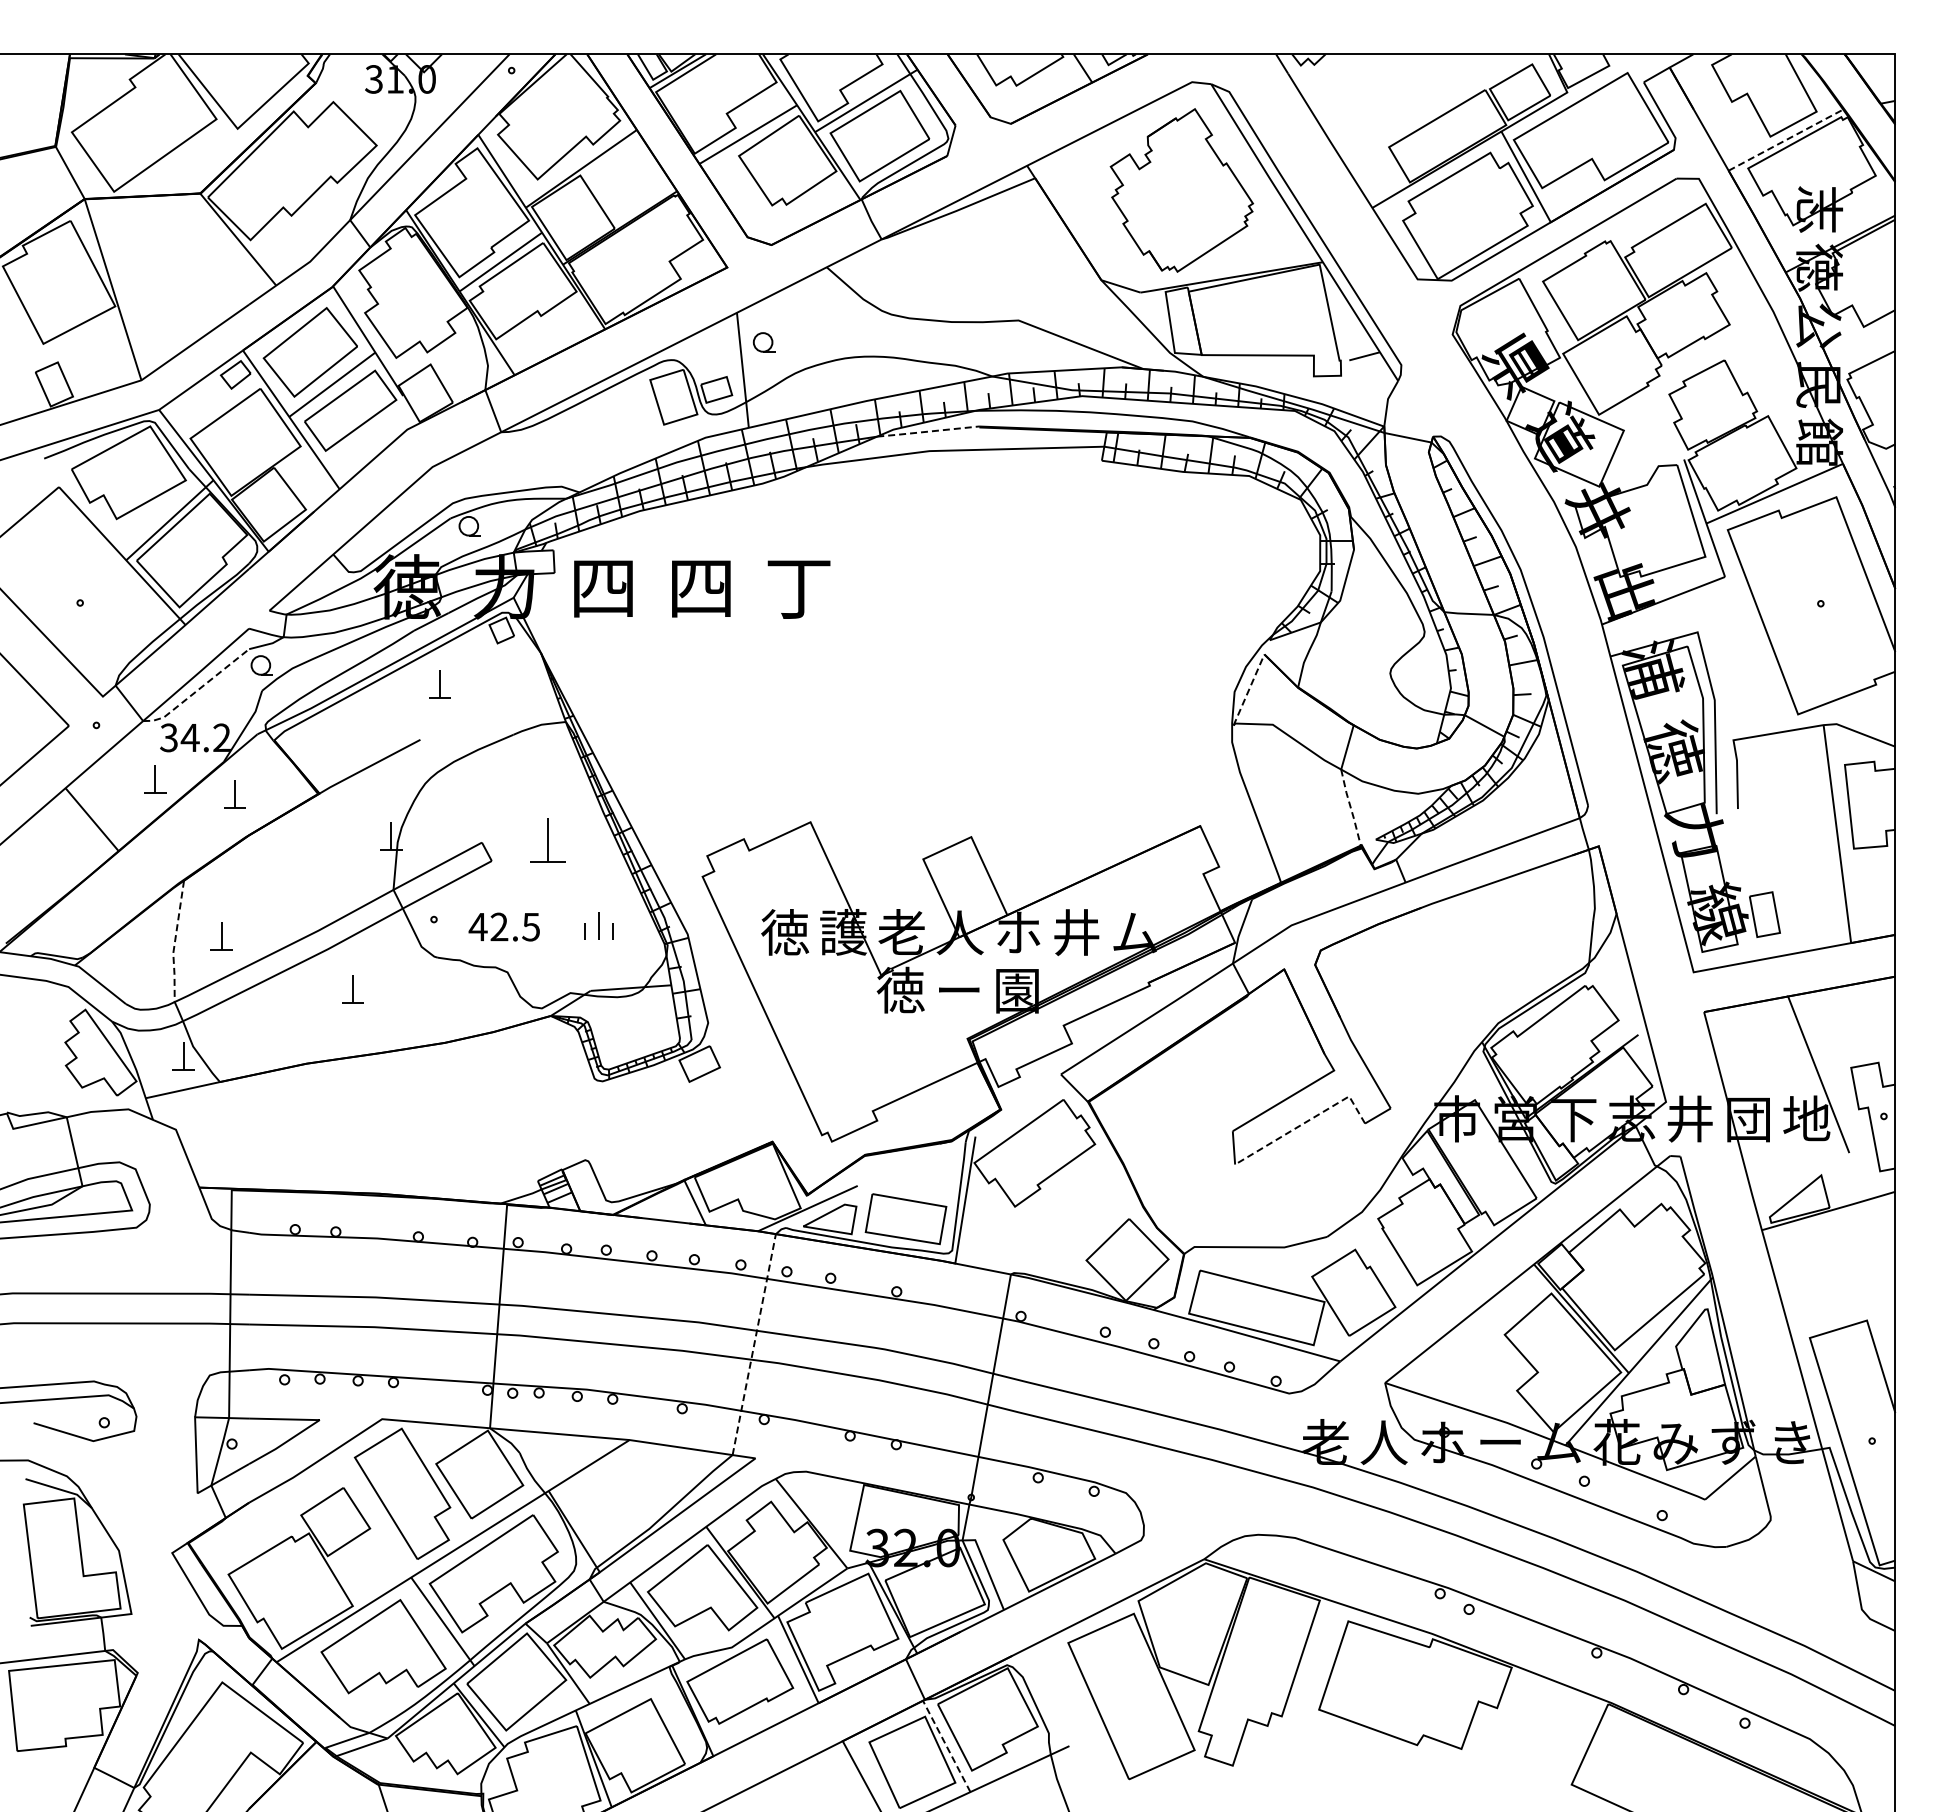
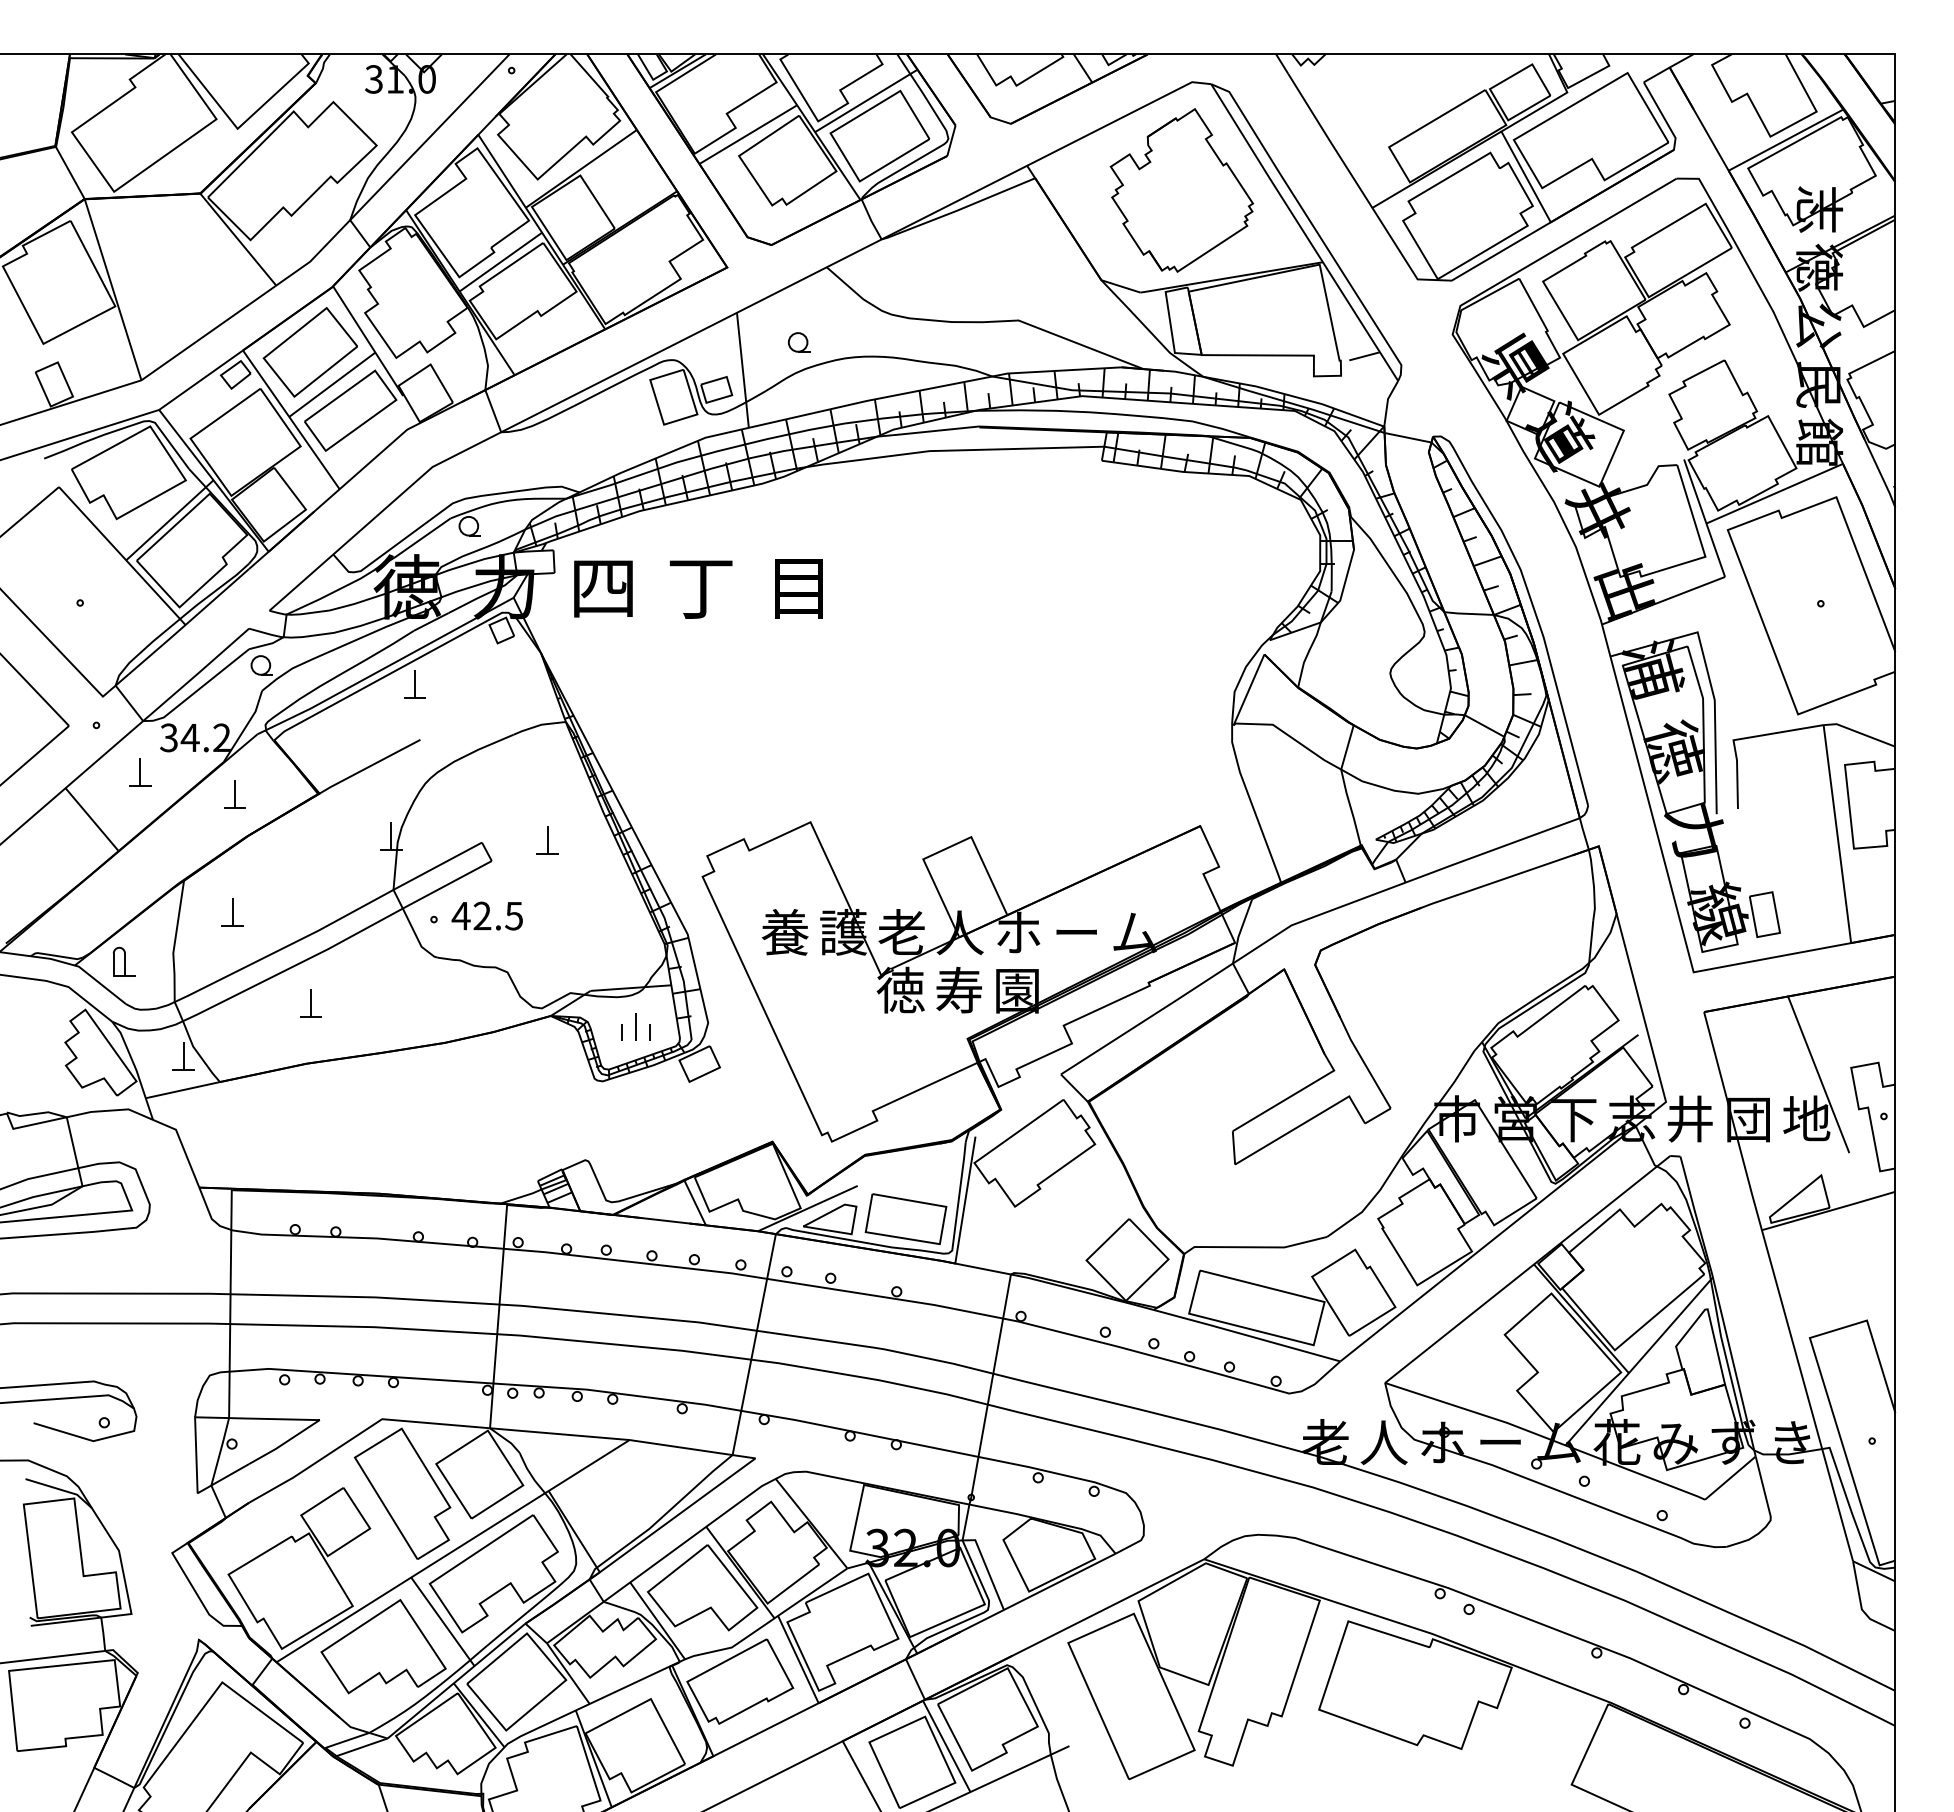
line at (1785, 140): dashed -> solid
part at (763, 342) position: (763, 342) -> (798, 342)
line at (927, 431): dashed -> solid
text at (798, 588): 丁 -> 目
text at (700, 589): 四 -> 丁
part at (439, 684) position: (439, 684) -> (414, 684)
line at (197, 690): dashed -> solid
line at (1248, 690): dashed -> solid
part at (155, 779) position: (155, 779) -> (140, 772)
line at (1350, 808): dashed -> solid
part at (547, 840) size: 36x45 px -> 23x29 px
part at (598, 925) position: (598, 925) -> (635, 1026)
text at (503, 926) position: (503, 926) -> (486, 915)
text at (785, 932): 徳 -> 養
text at (1076, 932): 井 -> ー
part at (221, 936) position: (221, 936) -> (232, 912)
line at (174, 942): dashed -> solid
part at (124, 961): none -> present
part at (352, 989) position: (352, 989) -> (310, 1003)
text at (958, 989): ー -> 寿
line at (1306, 1122): dashed -> solid
line at (754, 1344): dashed -> solid
line at (946, 1745): dashed -> solid
